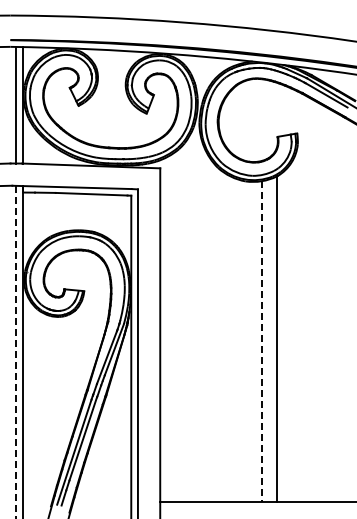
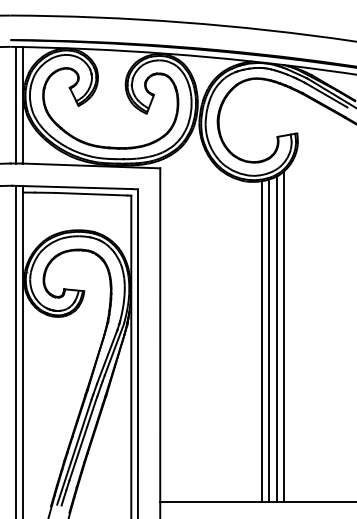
line at (284, 336): none -> present
line at (268, 340): none -> present
line at (261, 342): dashed -> solid
line at (16, 352): dashed -> solid
